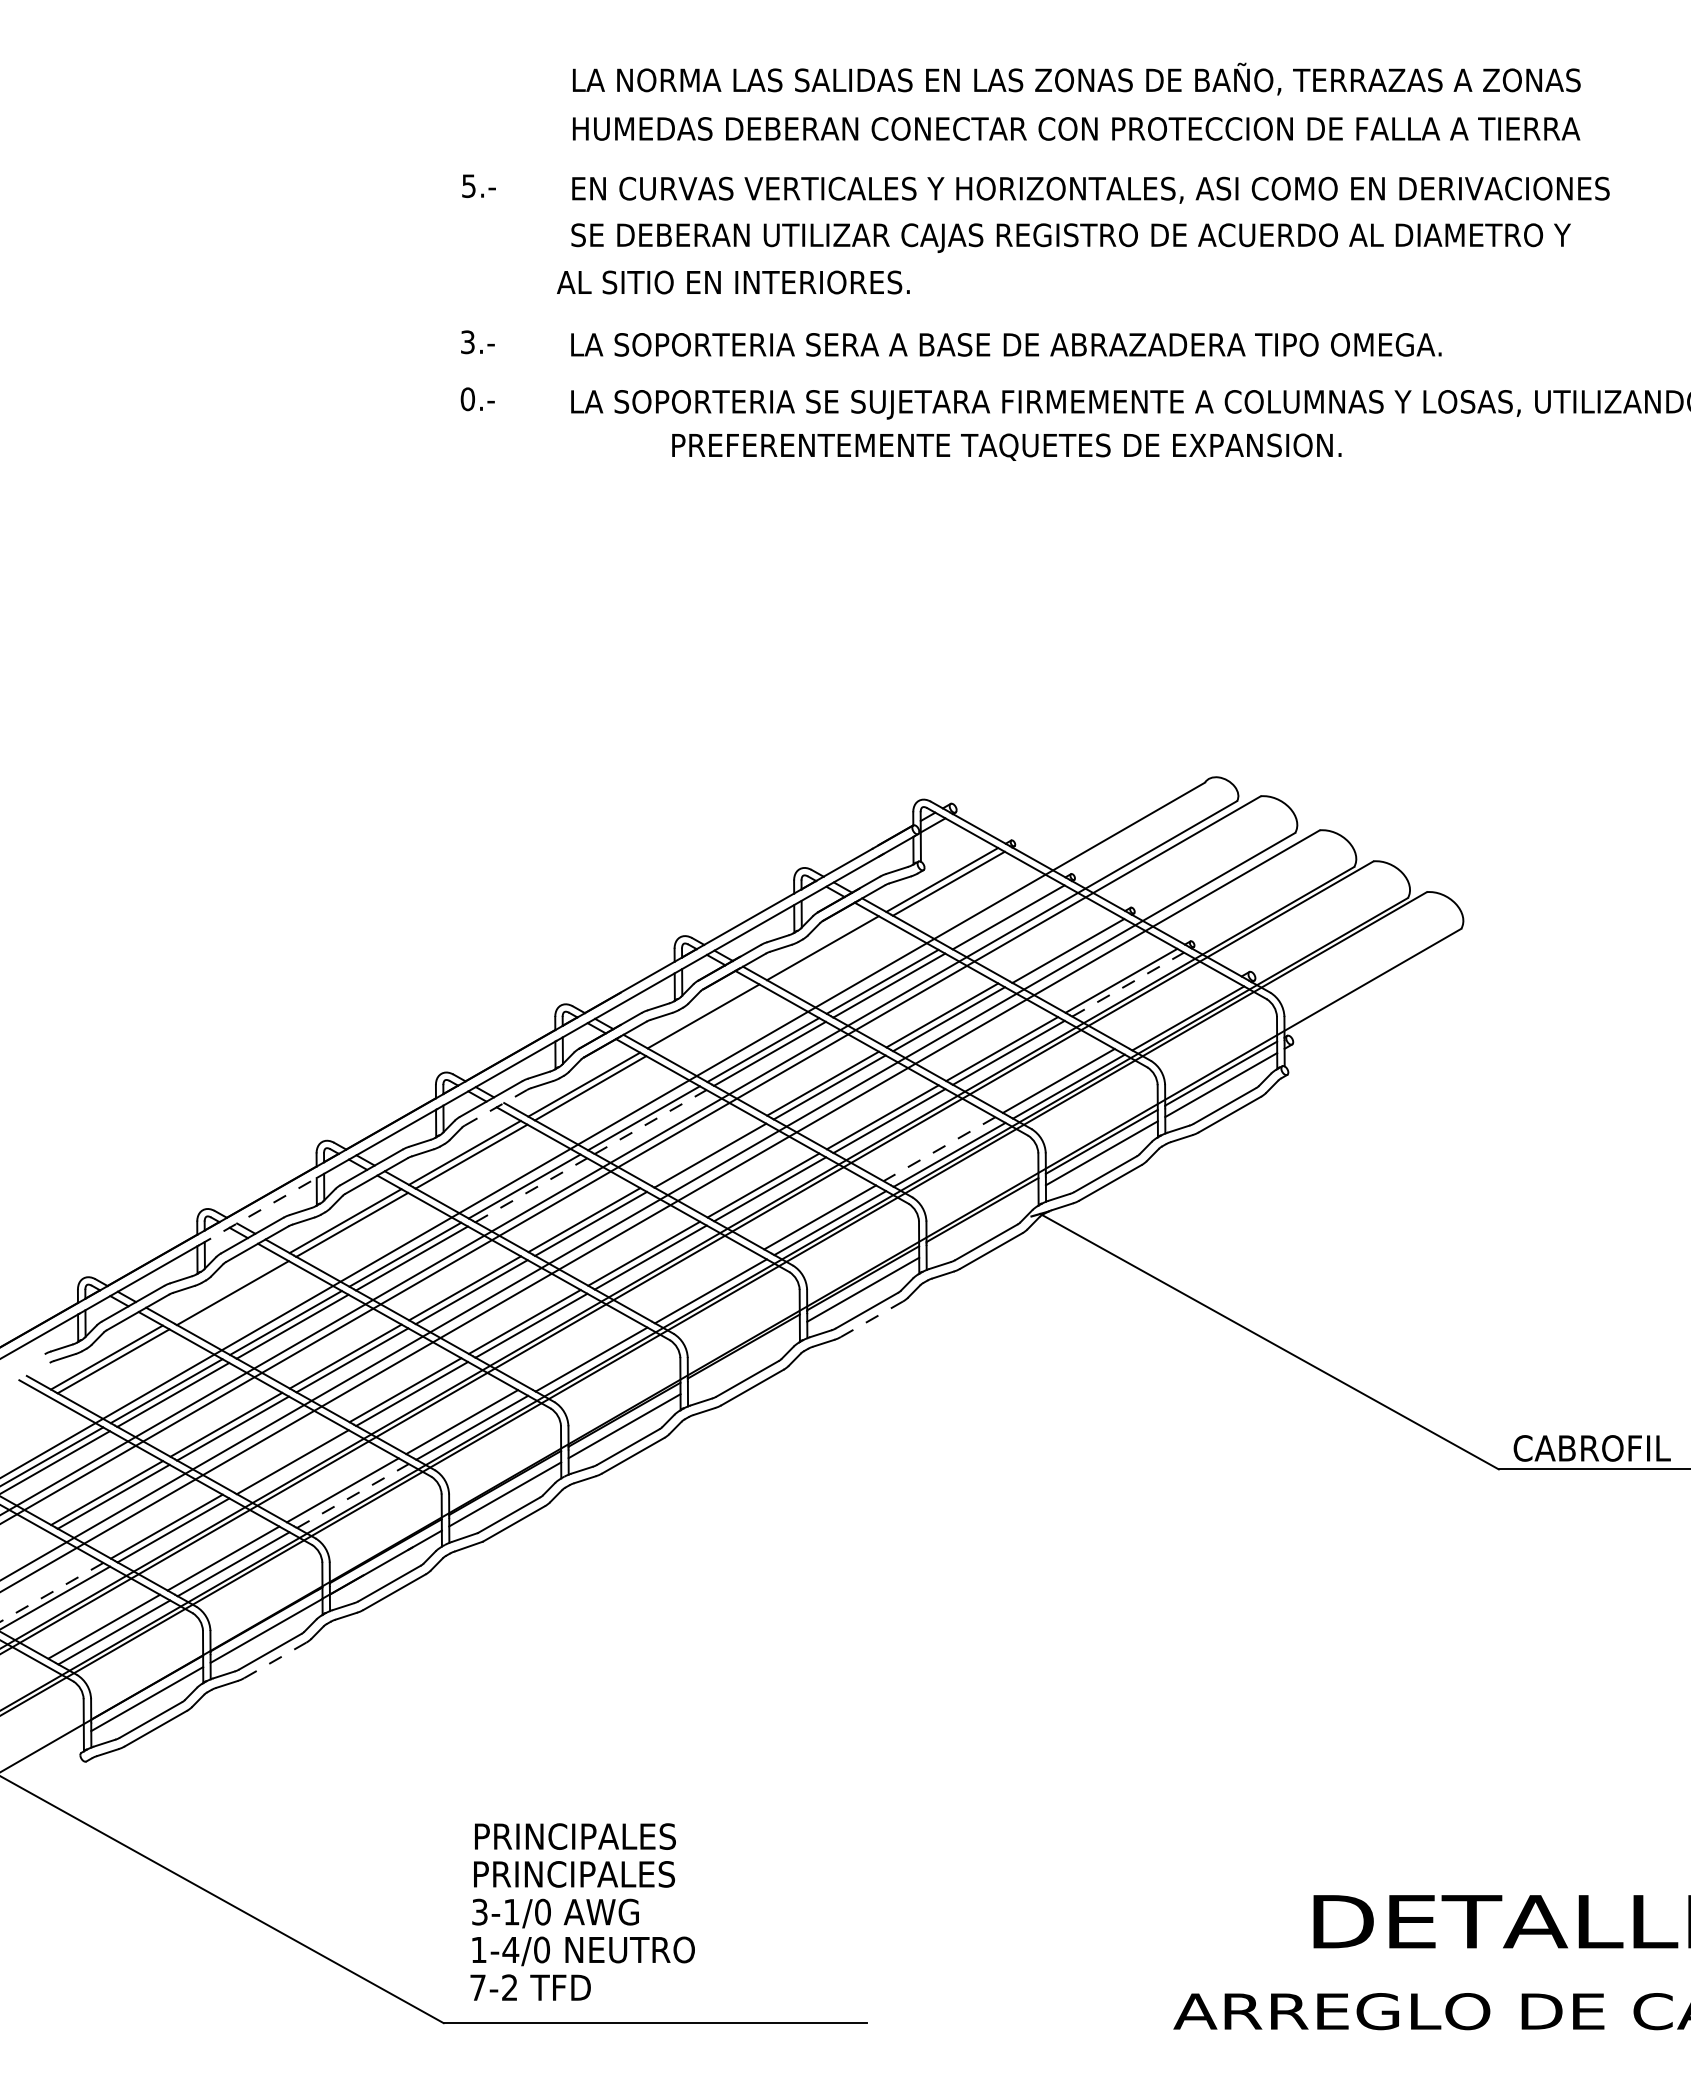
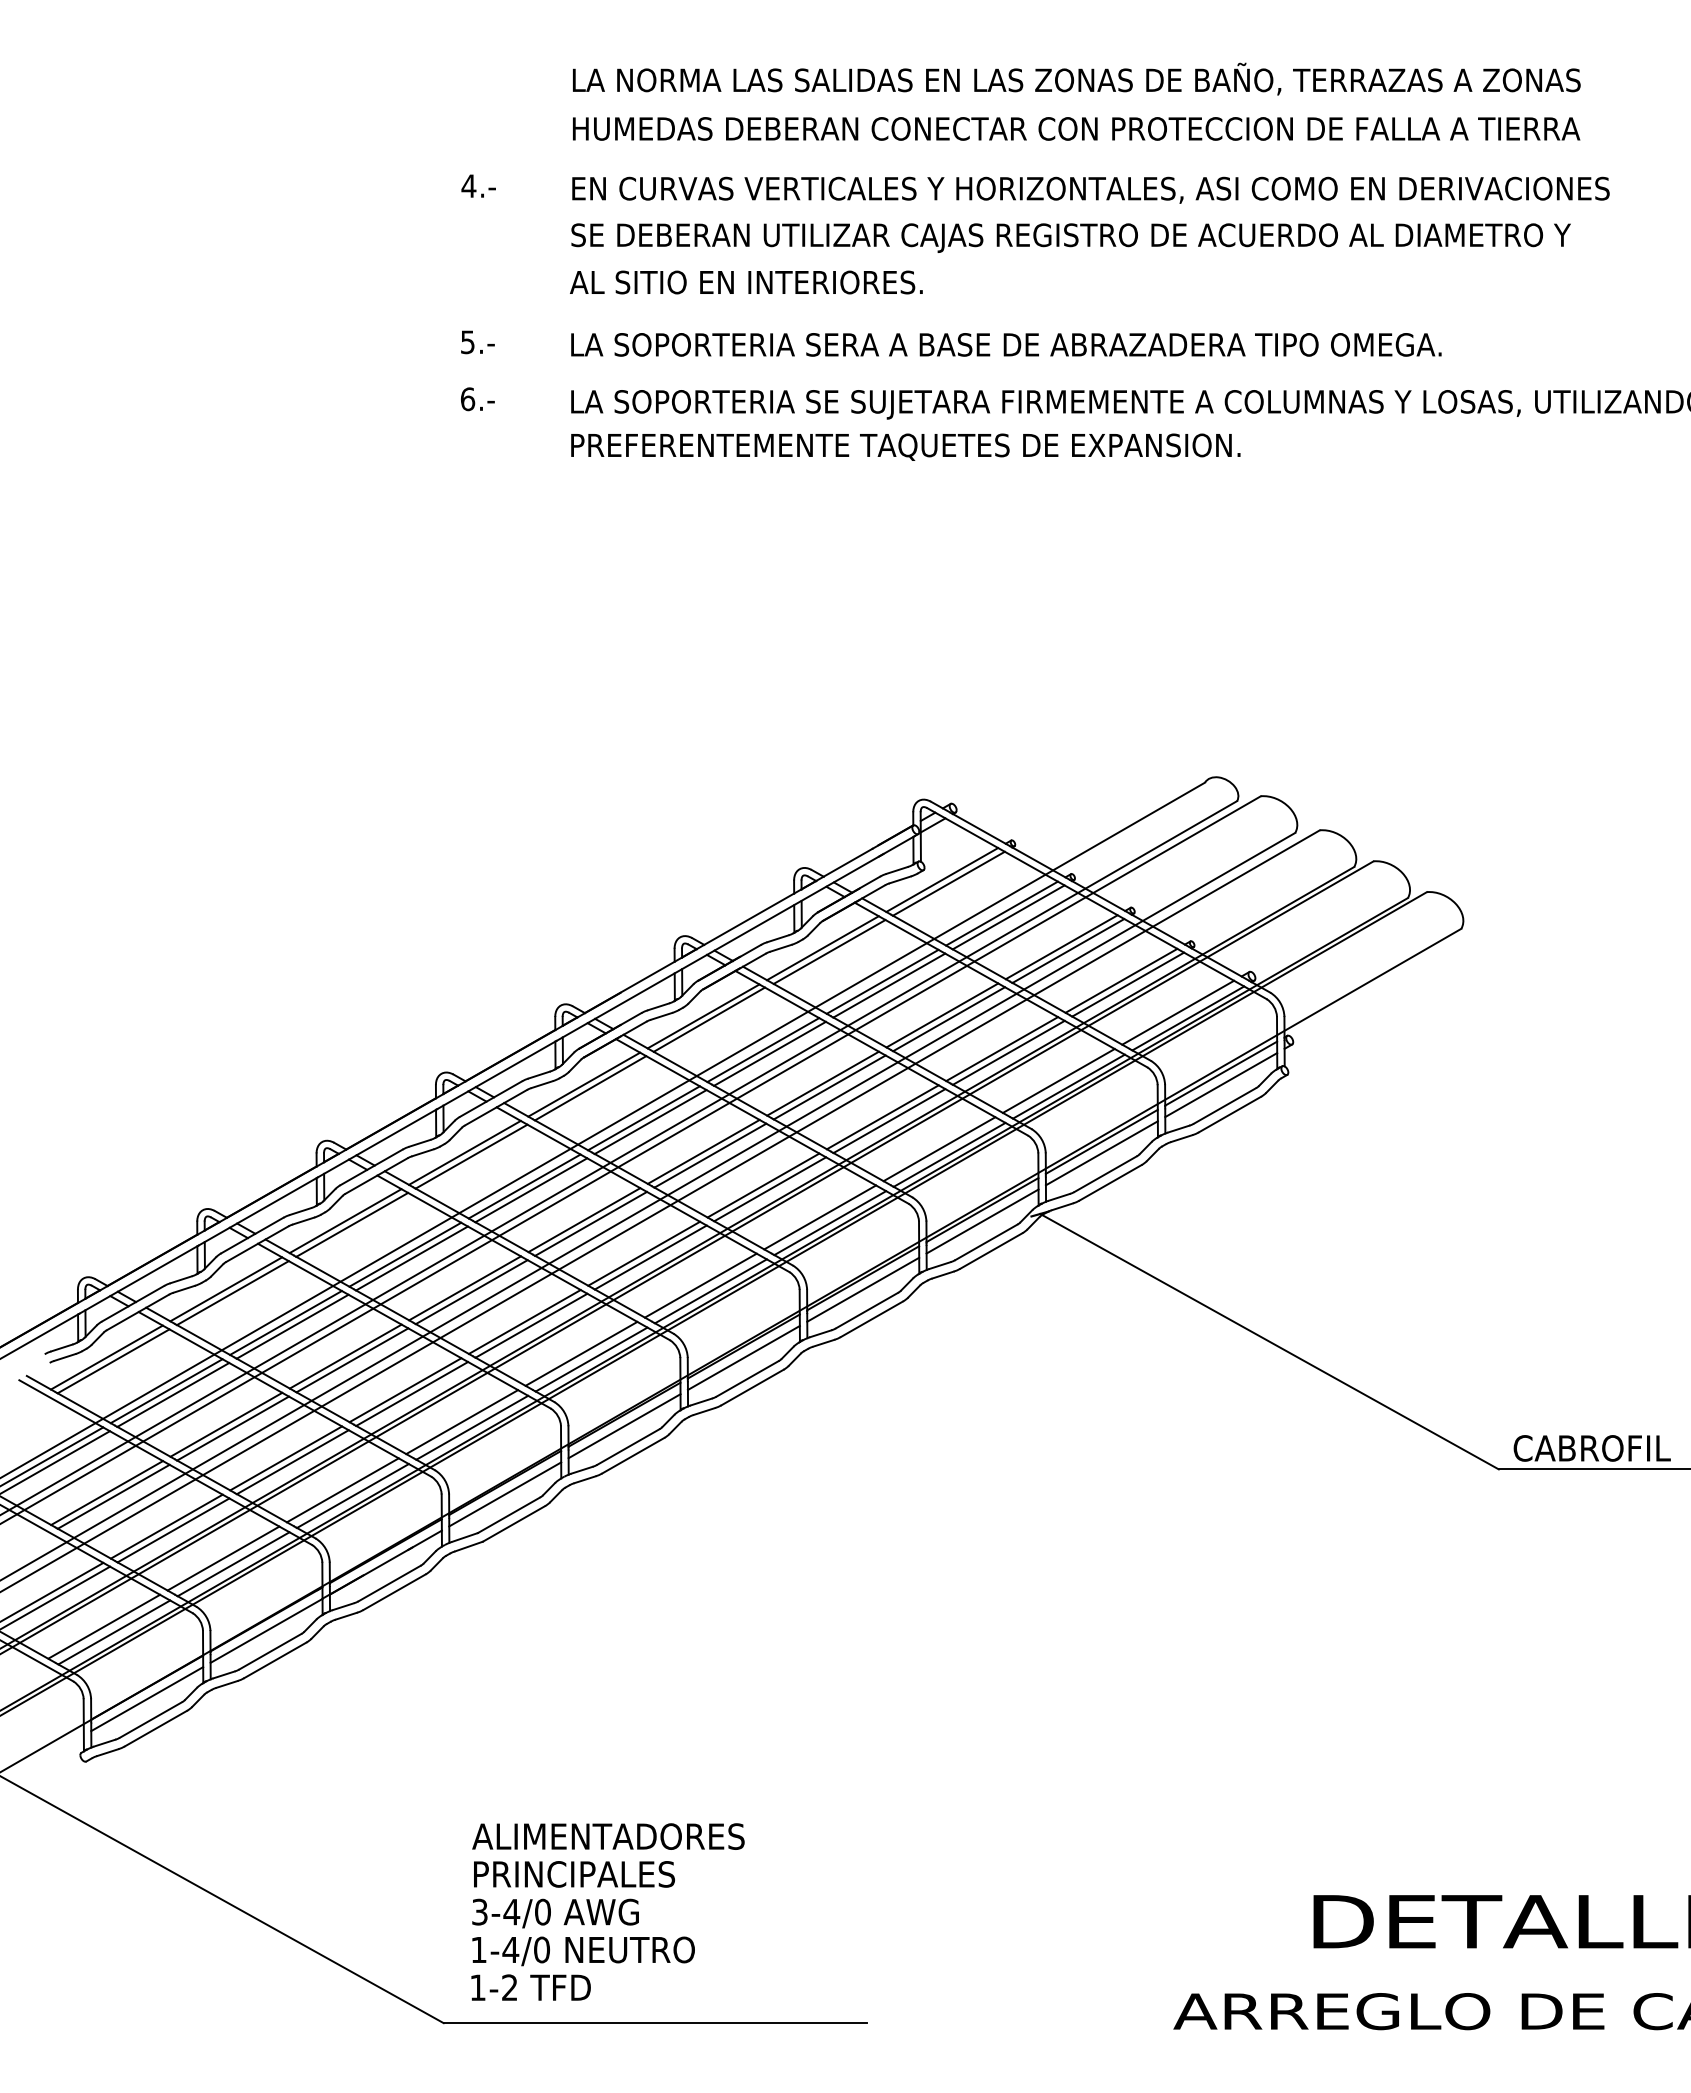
text at (468, 186): 5.- -> 4.-
text at (733, 282) position: (733, 282) -> (746, 282)
text at (467, 341): 3.- -> 5.-
text at (467, 398): 0.- -> 6.-
text at (1006, 446) position: (1006, 446) -> (905, 446)
line at (1001, 913): none -> present
line at (1061, 947): none -> present
line at (829, 951): none -> present
line at (1128, 984): dashed -> solid
line at (1178, 1012): none -> present
line at (709, 1019): none -> present
line at (495, 1107): dashed -> solid
line at (651, 1121): dashed -> solid
line at (939, 1149): dashed -> solid
line at (703, 1151): none -> present
line at (531, 1190): dashed -> solid
line at (258, 1211): dashed -> solid
line at (982, 1221): none -> present
line at (700, 1285): none -> present
line at (226, 1289): none -> present
line at (871, 1319): dashed -> solid
line at (581, 1353): none -> present
line at (743, 1357): none -> present
line at (286, 1458): none -> present
line at (353, 1495): dashed -> solid
line at (51, 1592): dashed -> solid
line at (275, 1660): dashed -> solid
text at (608, 1836): PRINCIPALES -> ALIMENTADORES
text at (511, 1912): 3-1/0 -> 3-4/0
text at (477, 1987): 7-2 -> 1-2
